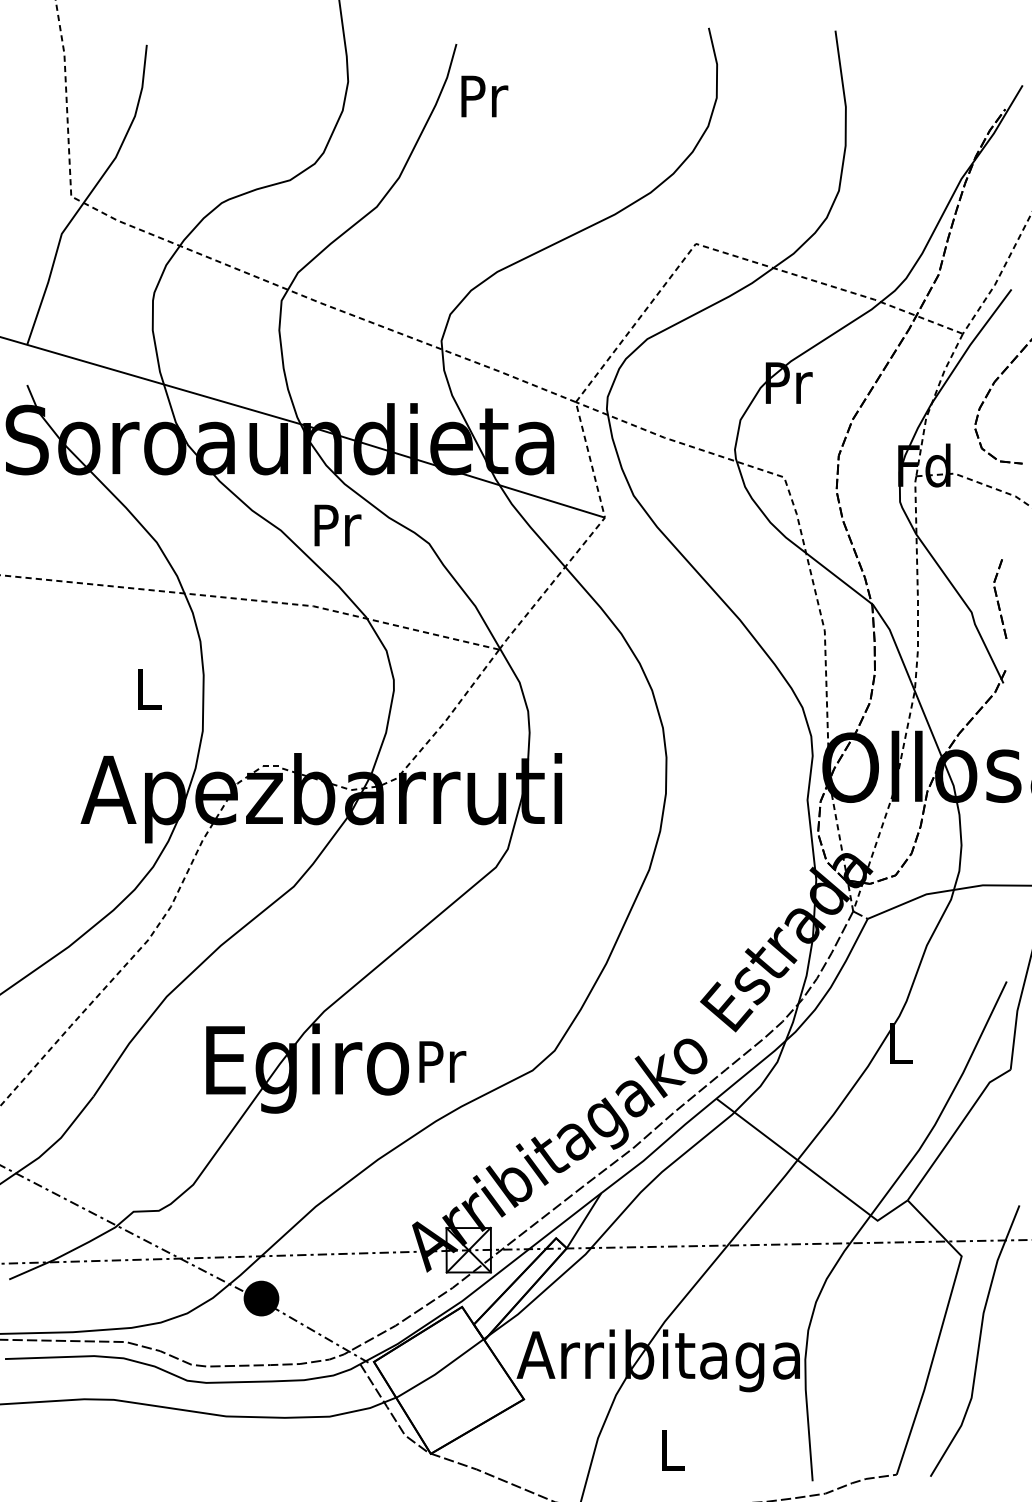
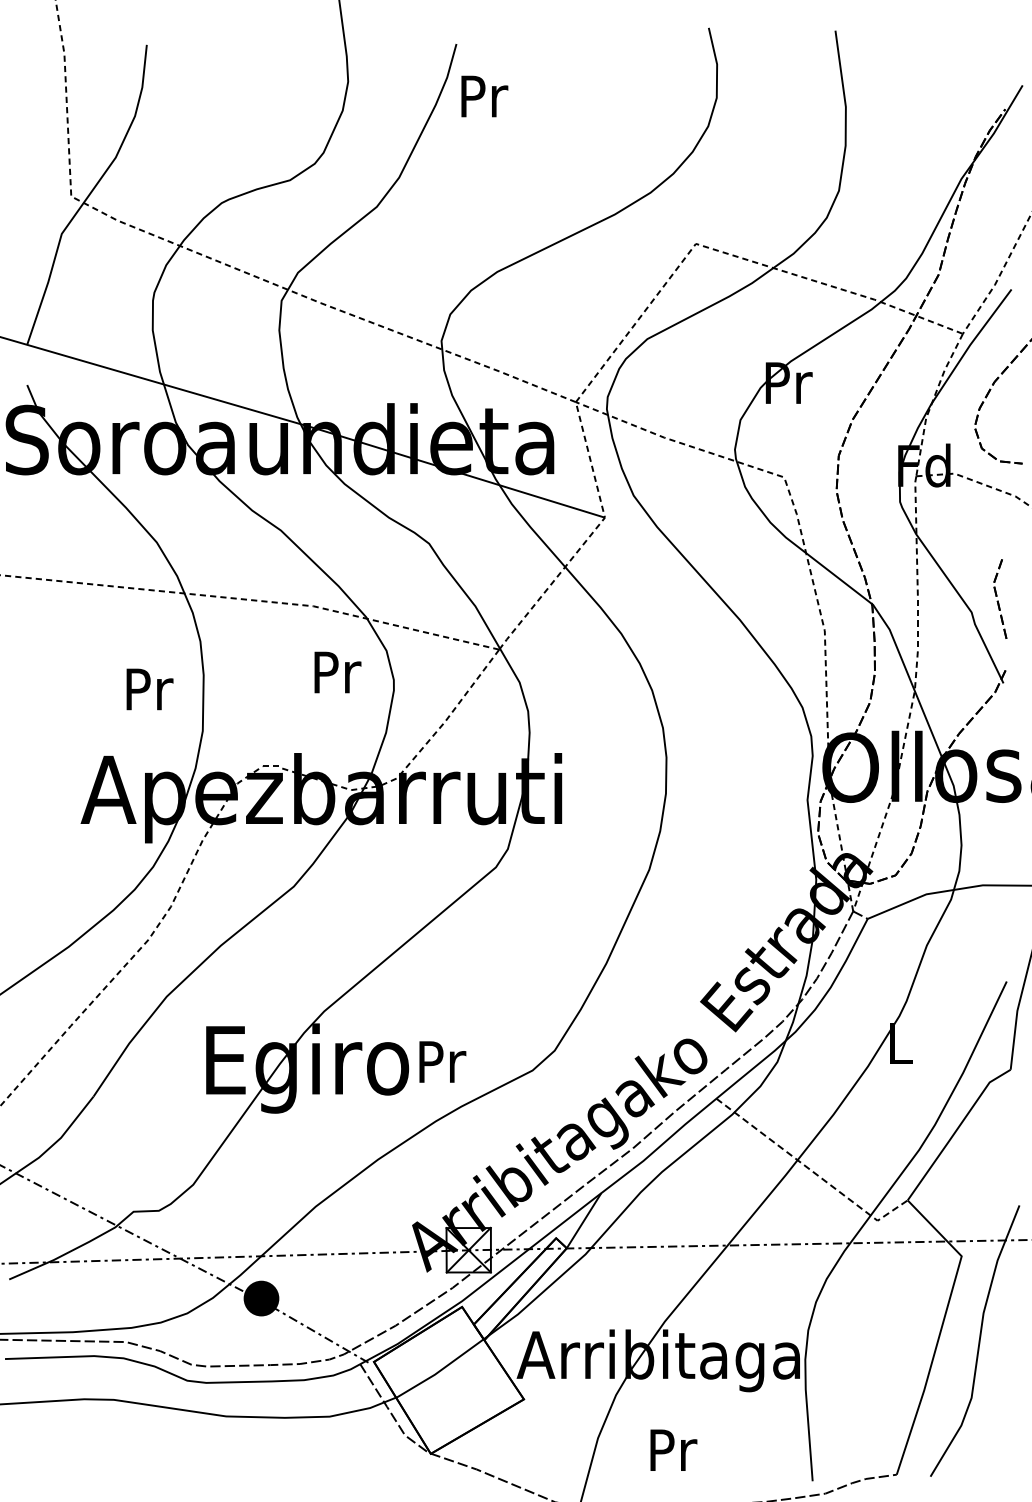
text at (337, 525) position: (337, 525) -> (337, 672)
text at (149, 689): L -> Pr
line at (812, 1171): solid -> dashed
text at (673, 1449): L -> Pr
